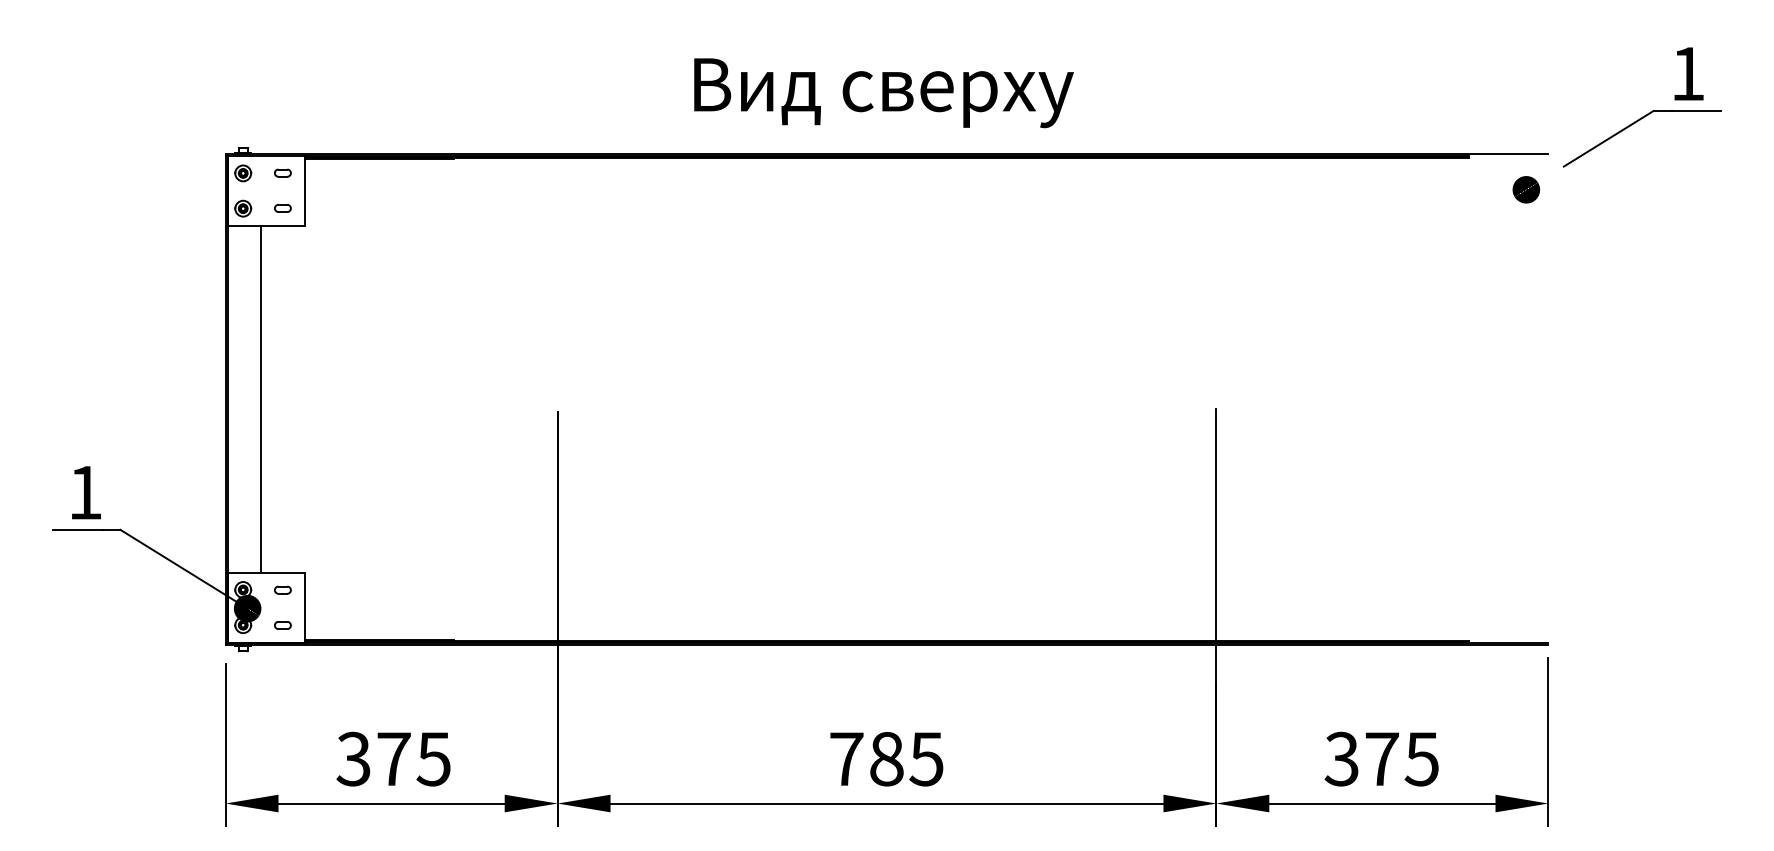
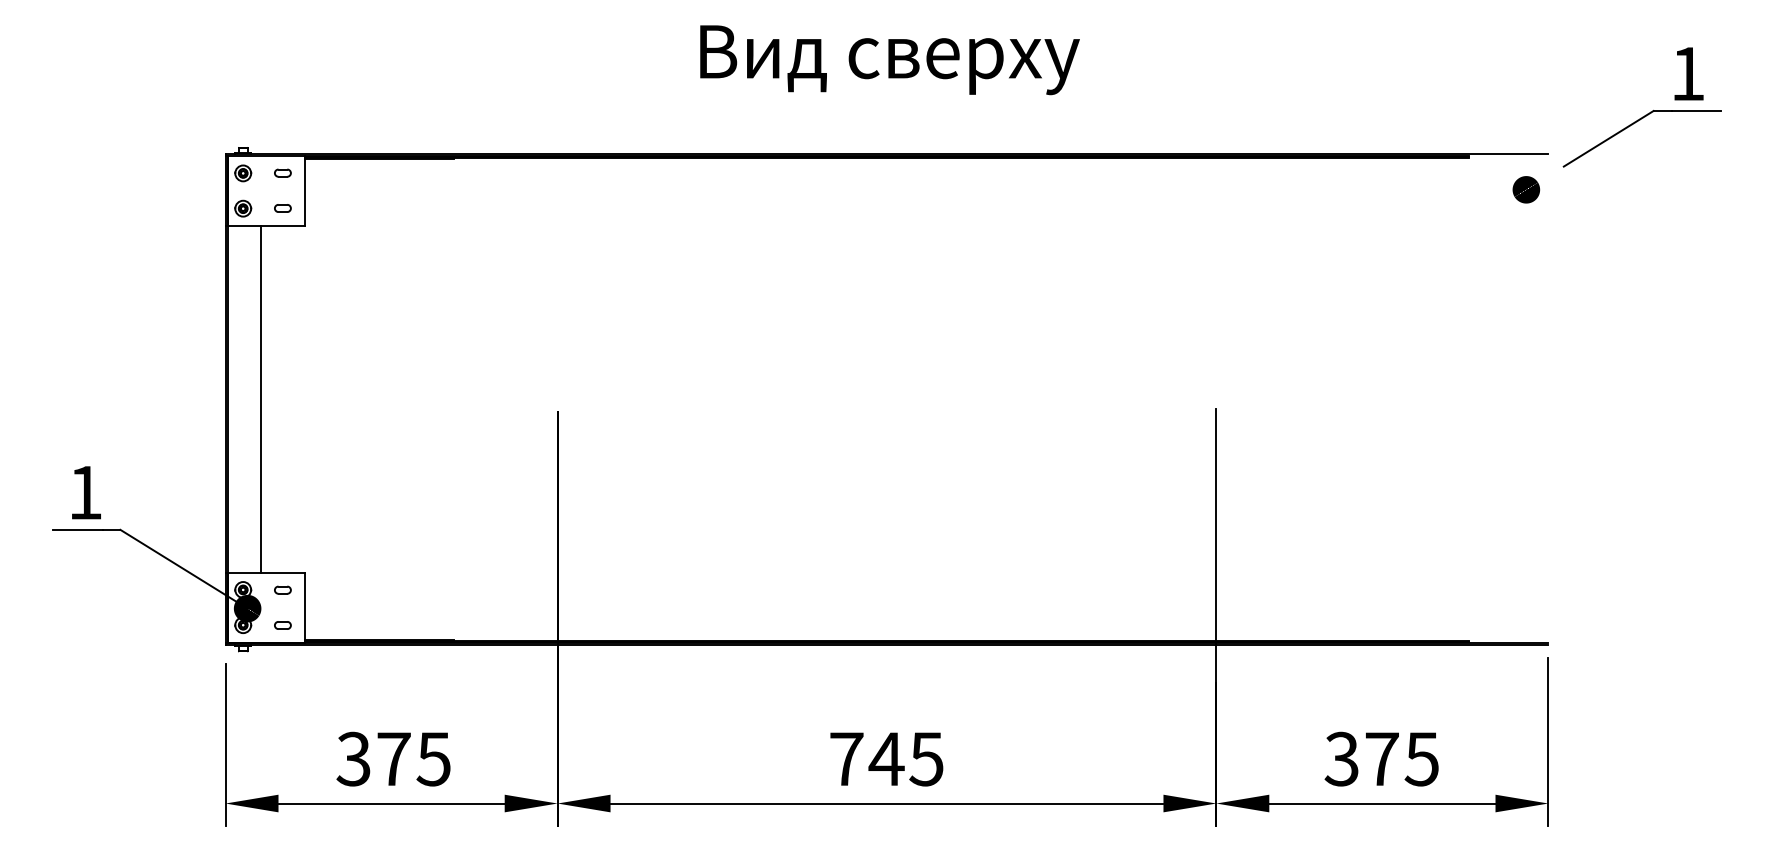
text at (883, 93) position: (883, 93) -> (889, 60)
text at (886, 759): 785 -> 745
